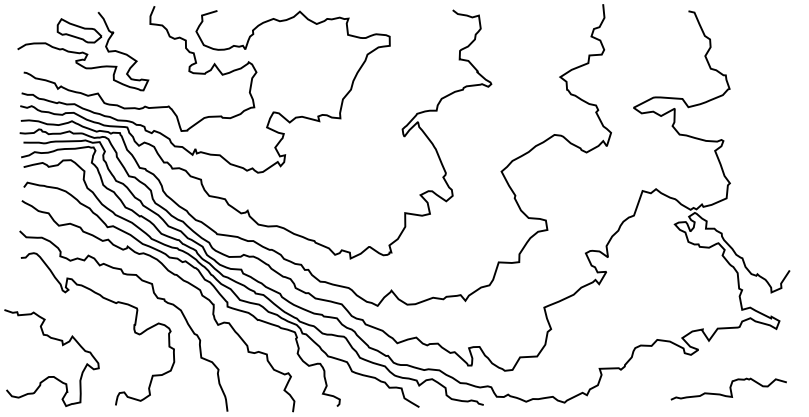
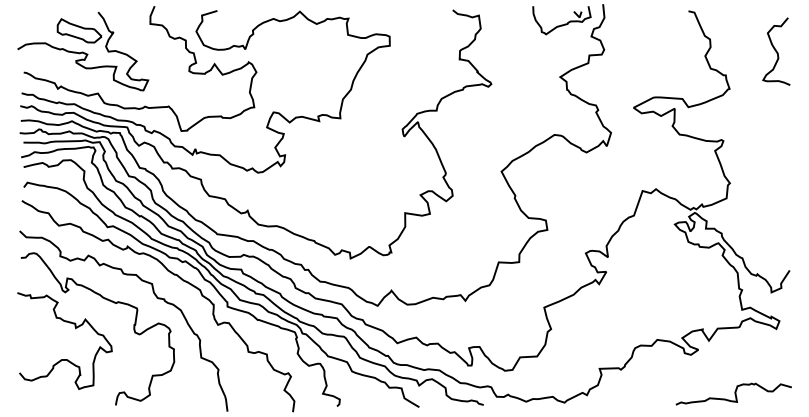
part at (561, 20): none -> present
curve at (776, 51): none -> present
curve at (62, 346) position: (62, 346) -> (75, 329)
curve at (729, 388) position: (729, 388) -> (734, 393)
